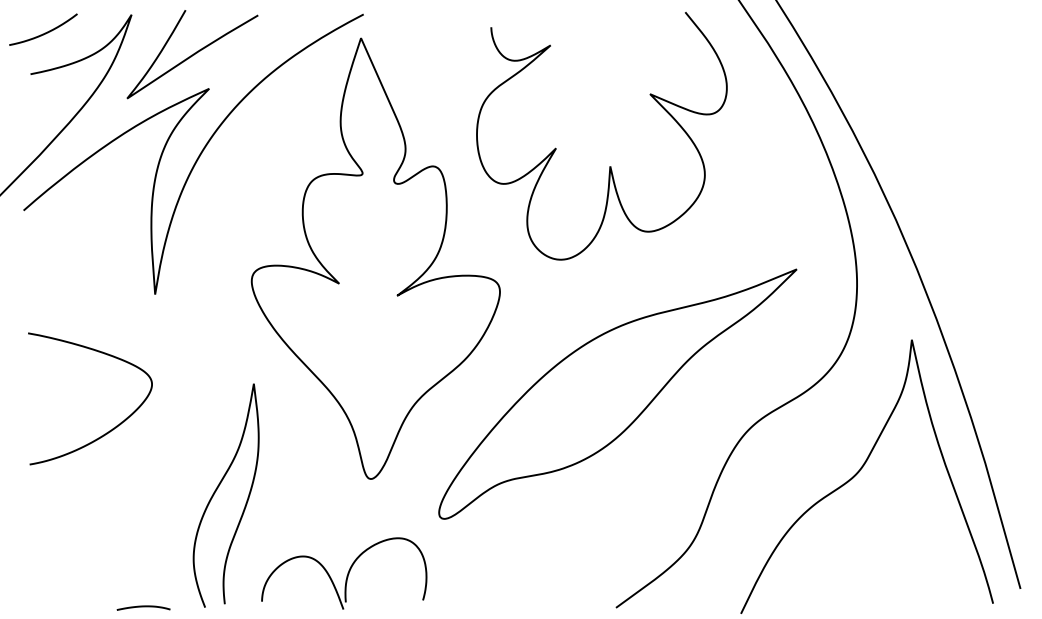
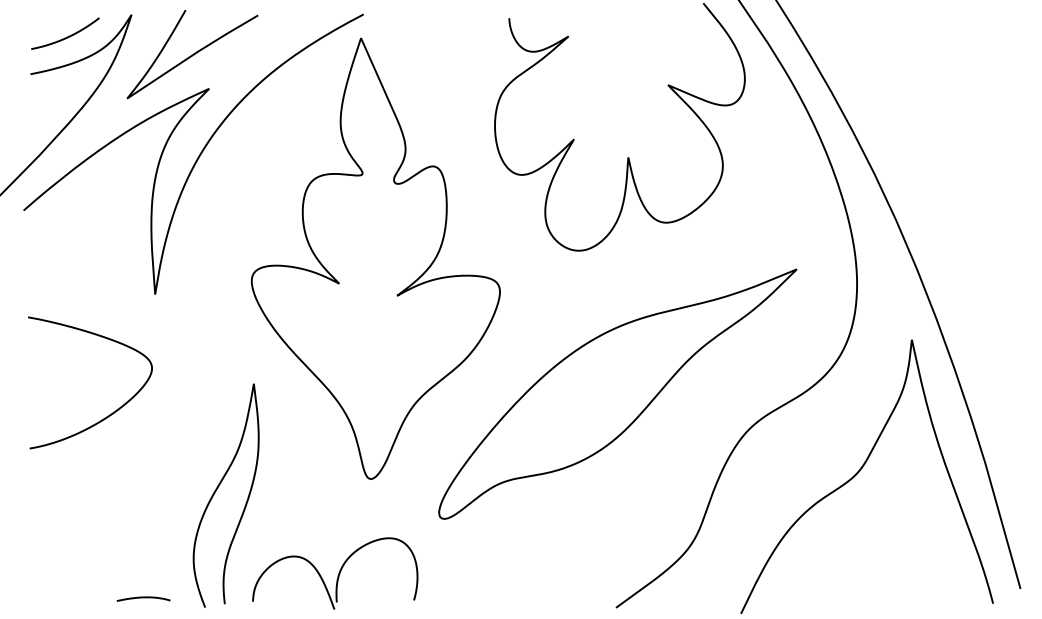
curve at (45, 32) position: (45, 32) -> (67, 36)
curve at (609, 166) position: (609, 166) -> (627, 157)
curve at (113, 427) position: (113, 427) -> (113, 411)
part at (344, 573) position: (344, 573) -> (335, 573)
curve at (143, 607) position: (143, 607) -> (143, 598)
